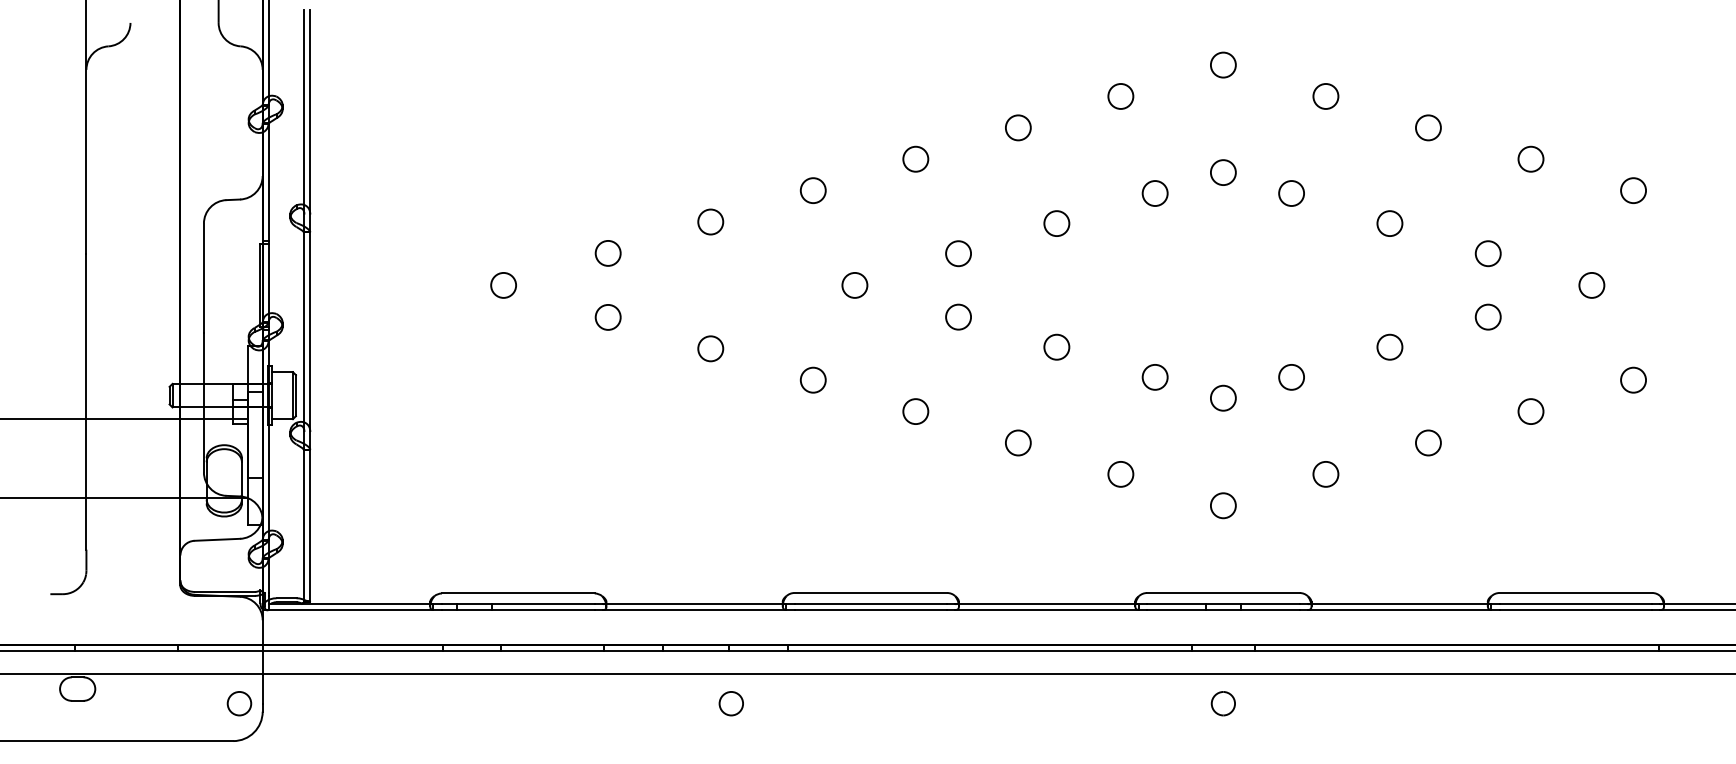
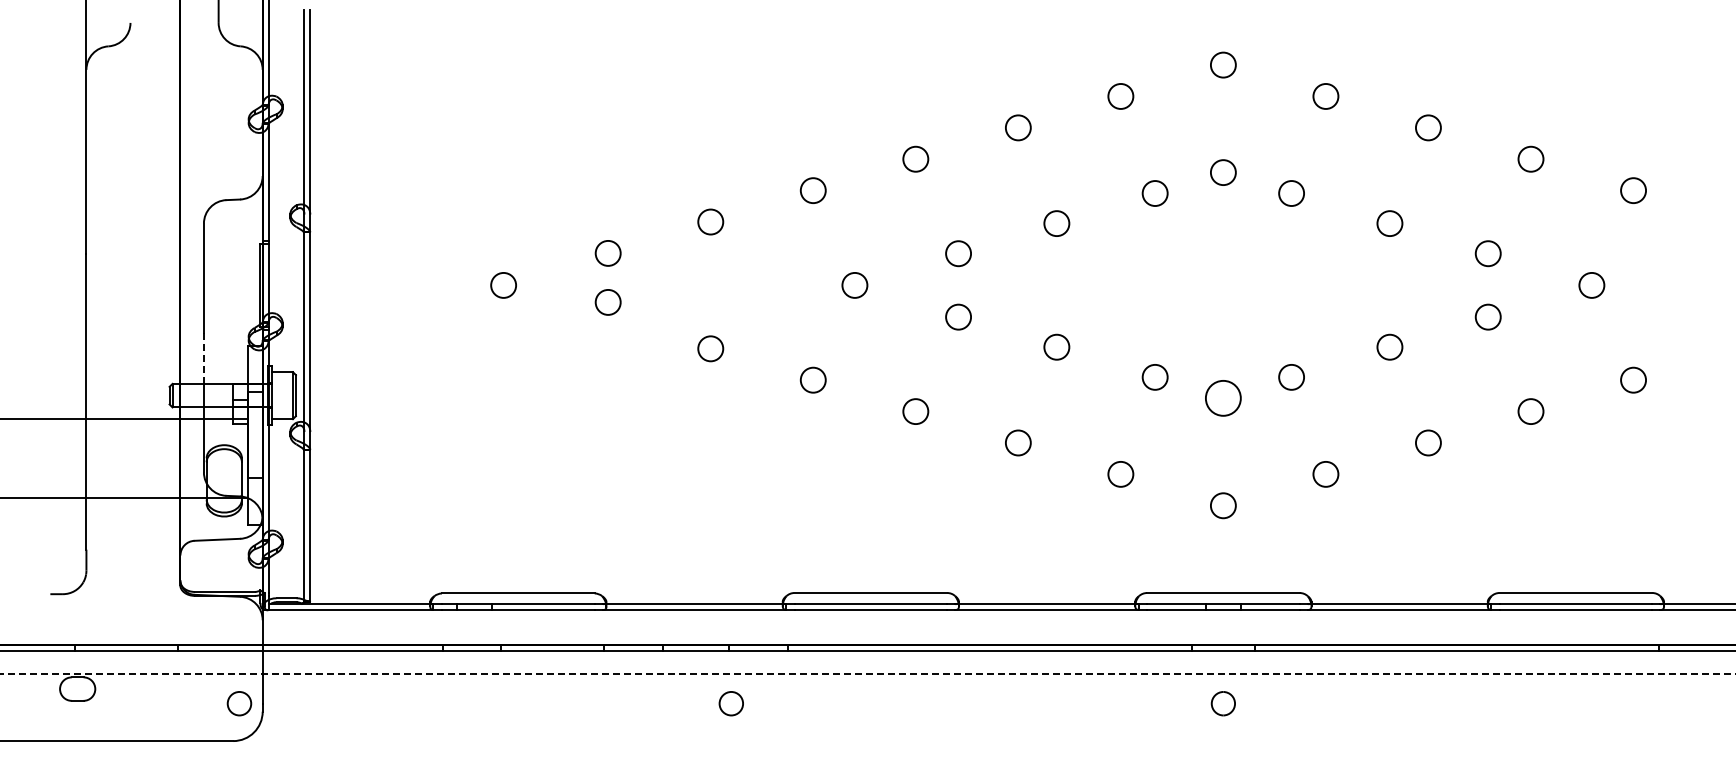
circle at (607, 317) position: (607, 317) -> (607, 302)
line at (203, 359): solid -> dashed
circle at (1223, 397) size: 27x28 px -> 37x37 px
line at (867, 674): solid -> dashed
